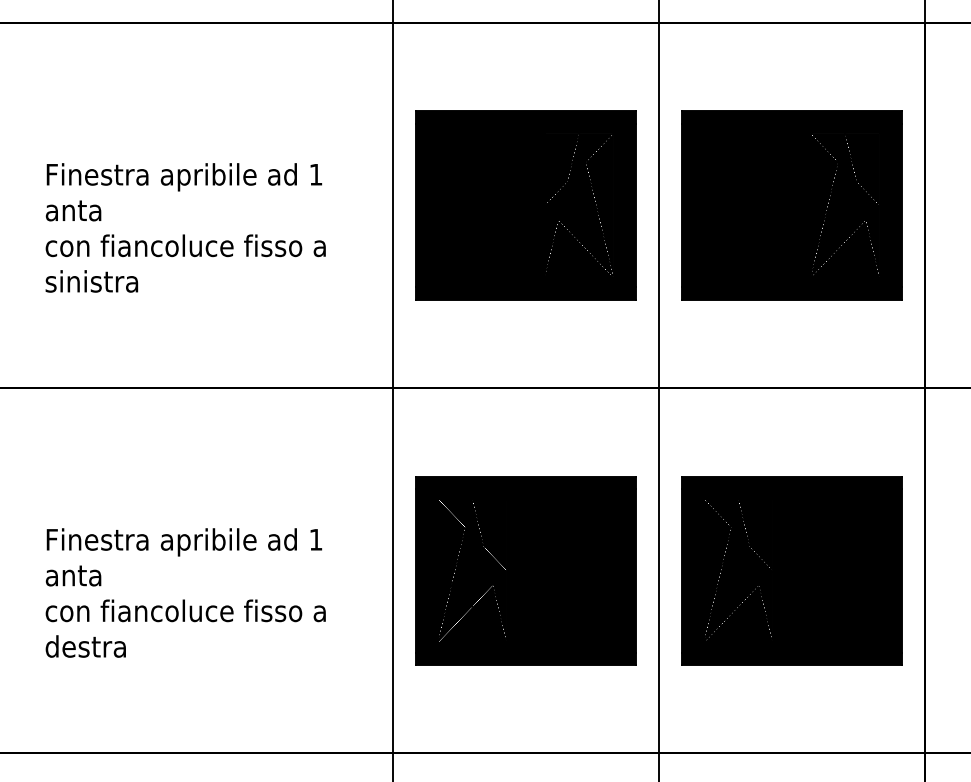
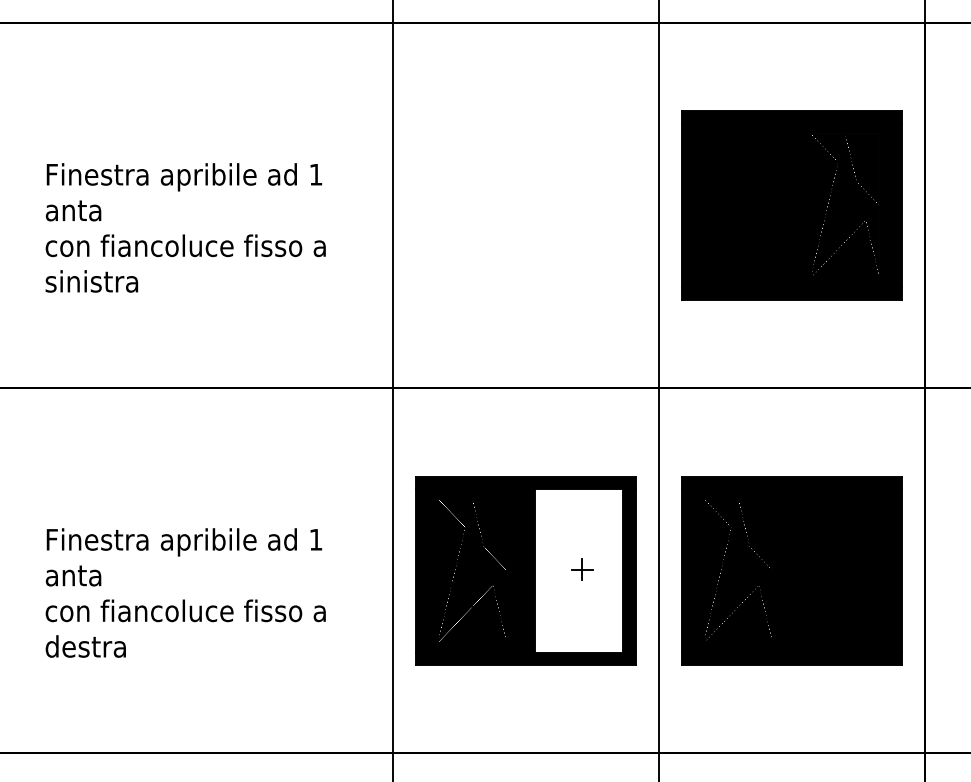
part at (525, 205): present -> none
fill at (579, 570): present -> none
